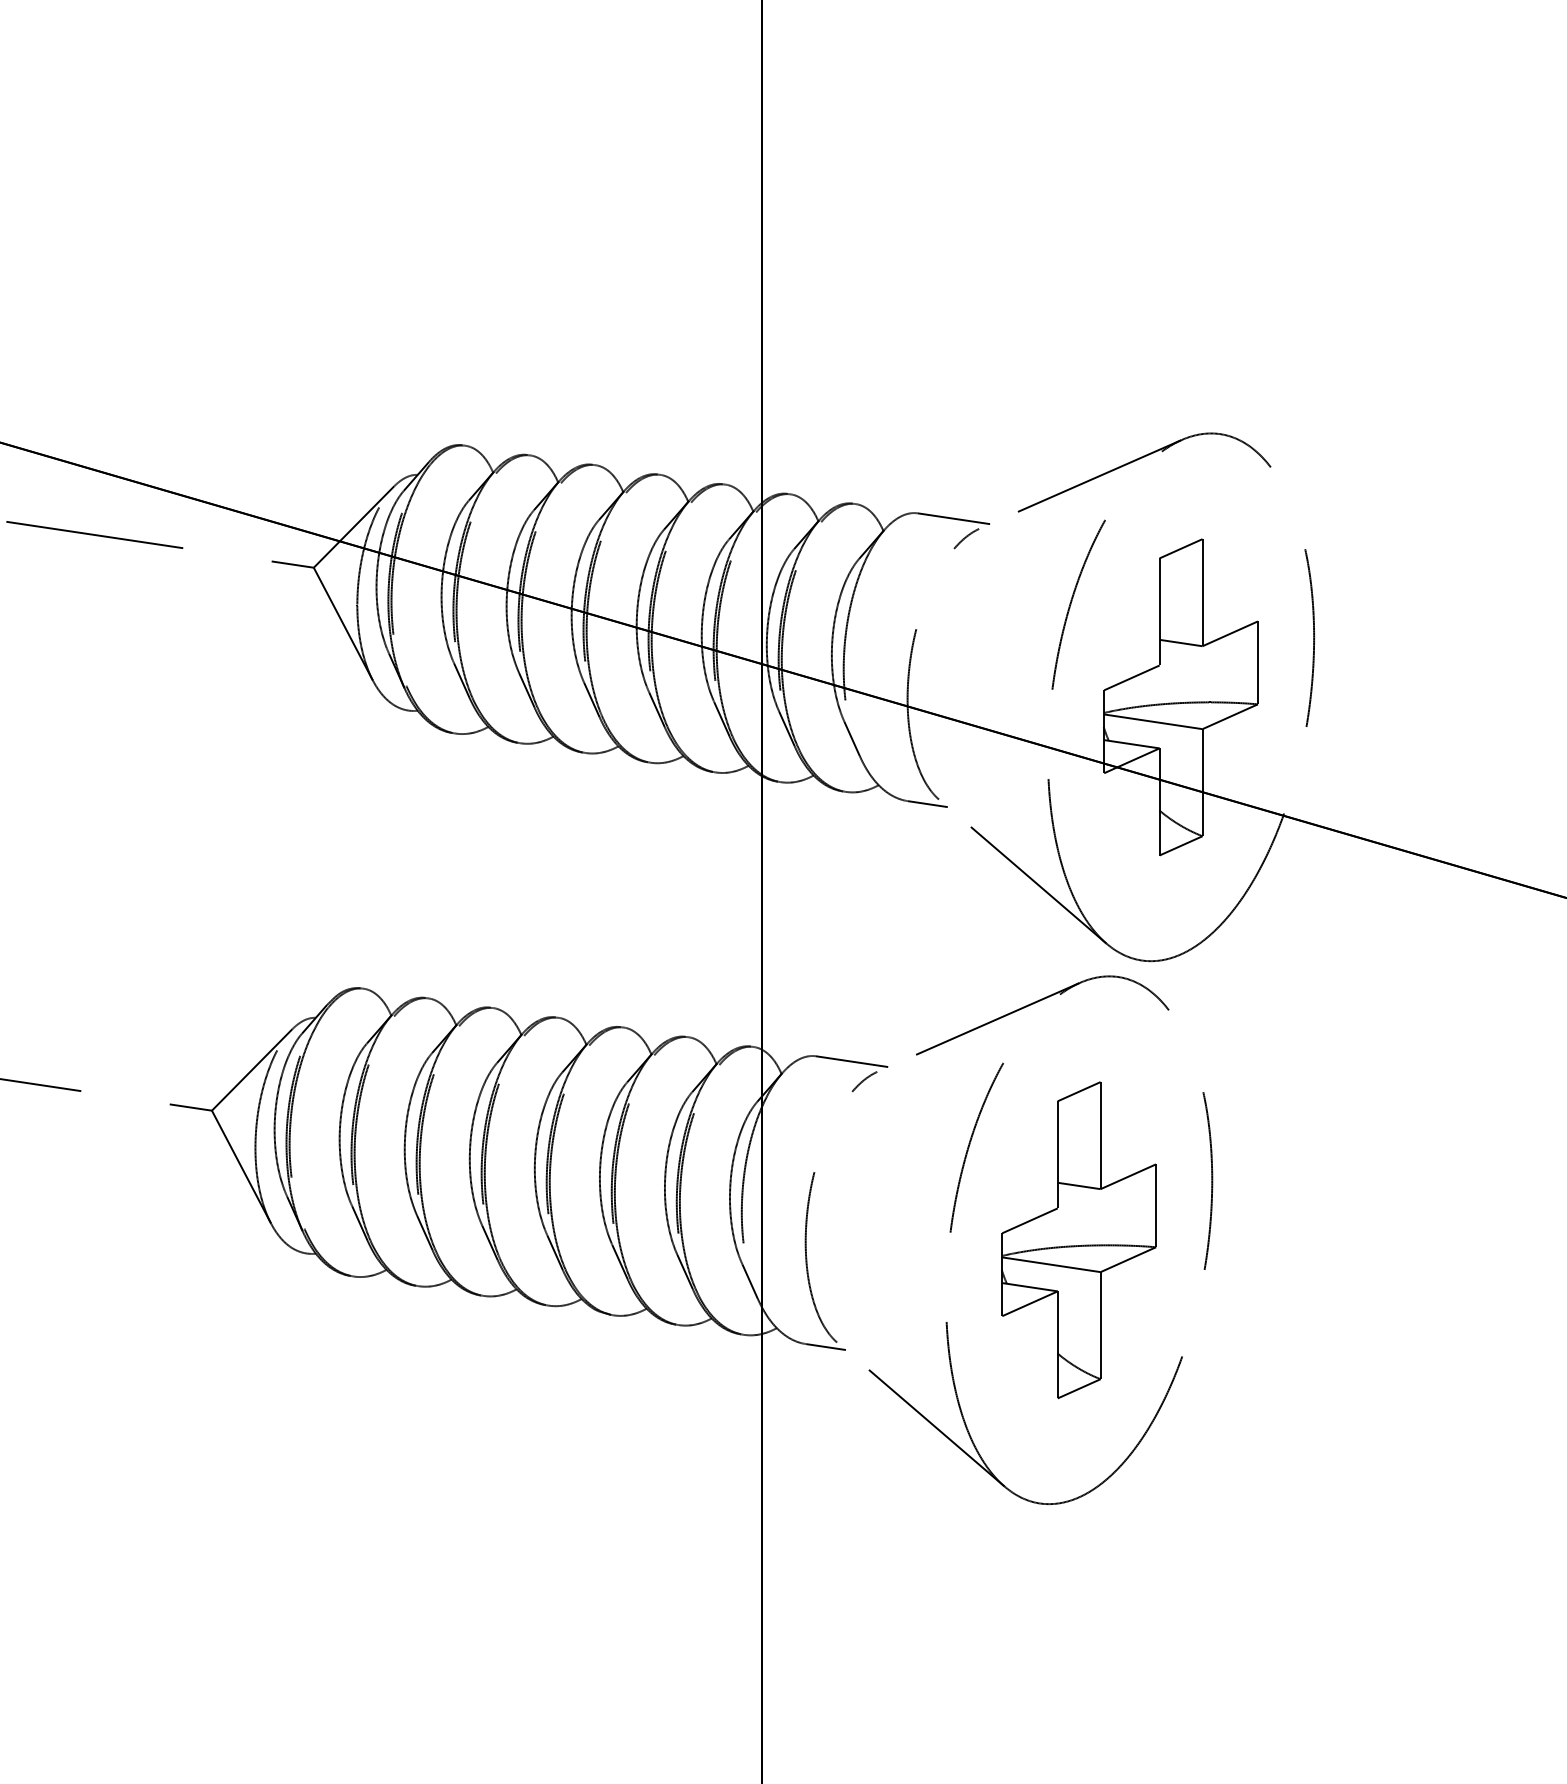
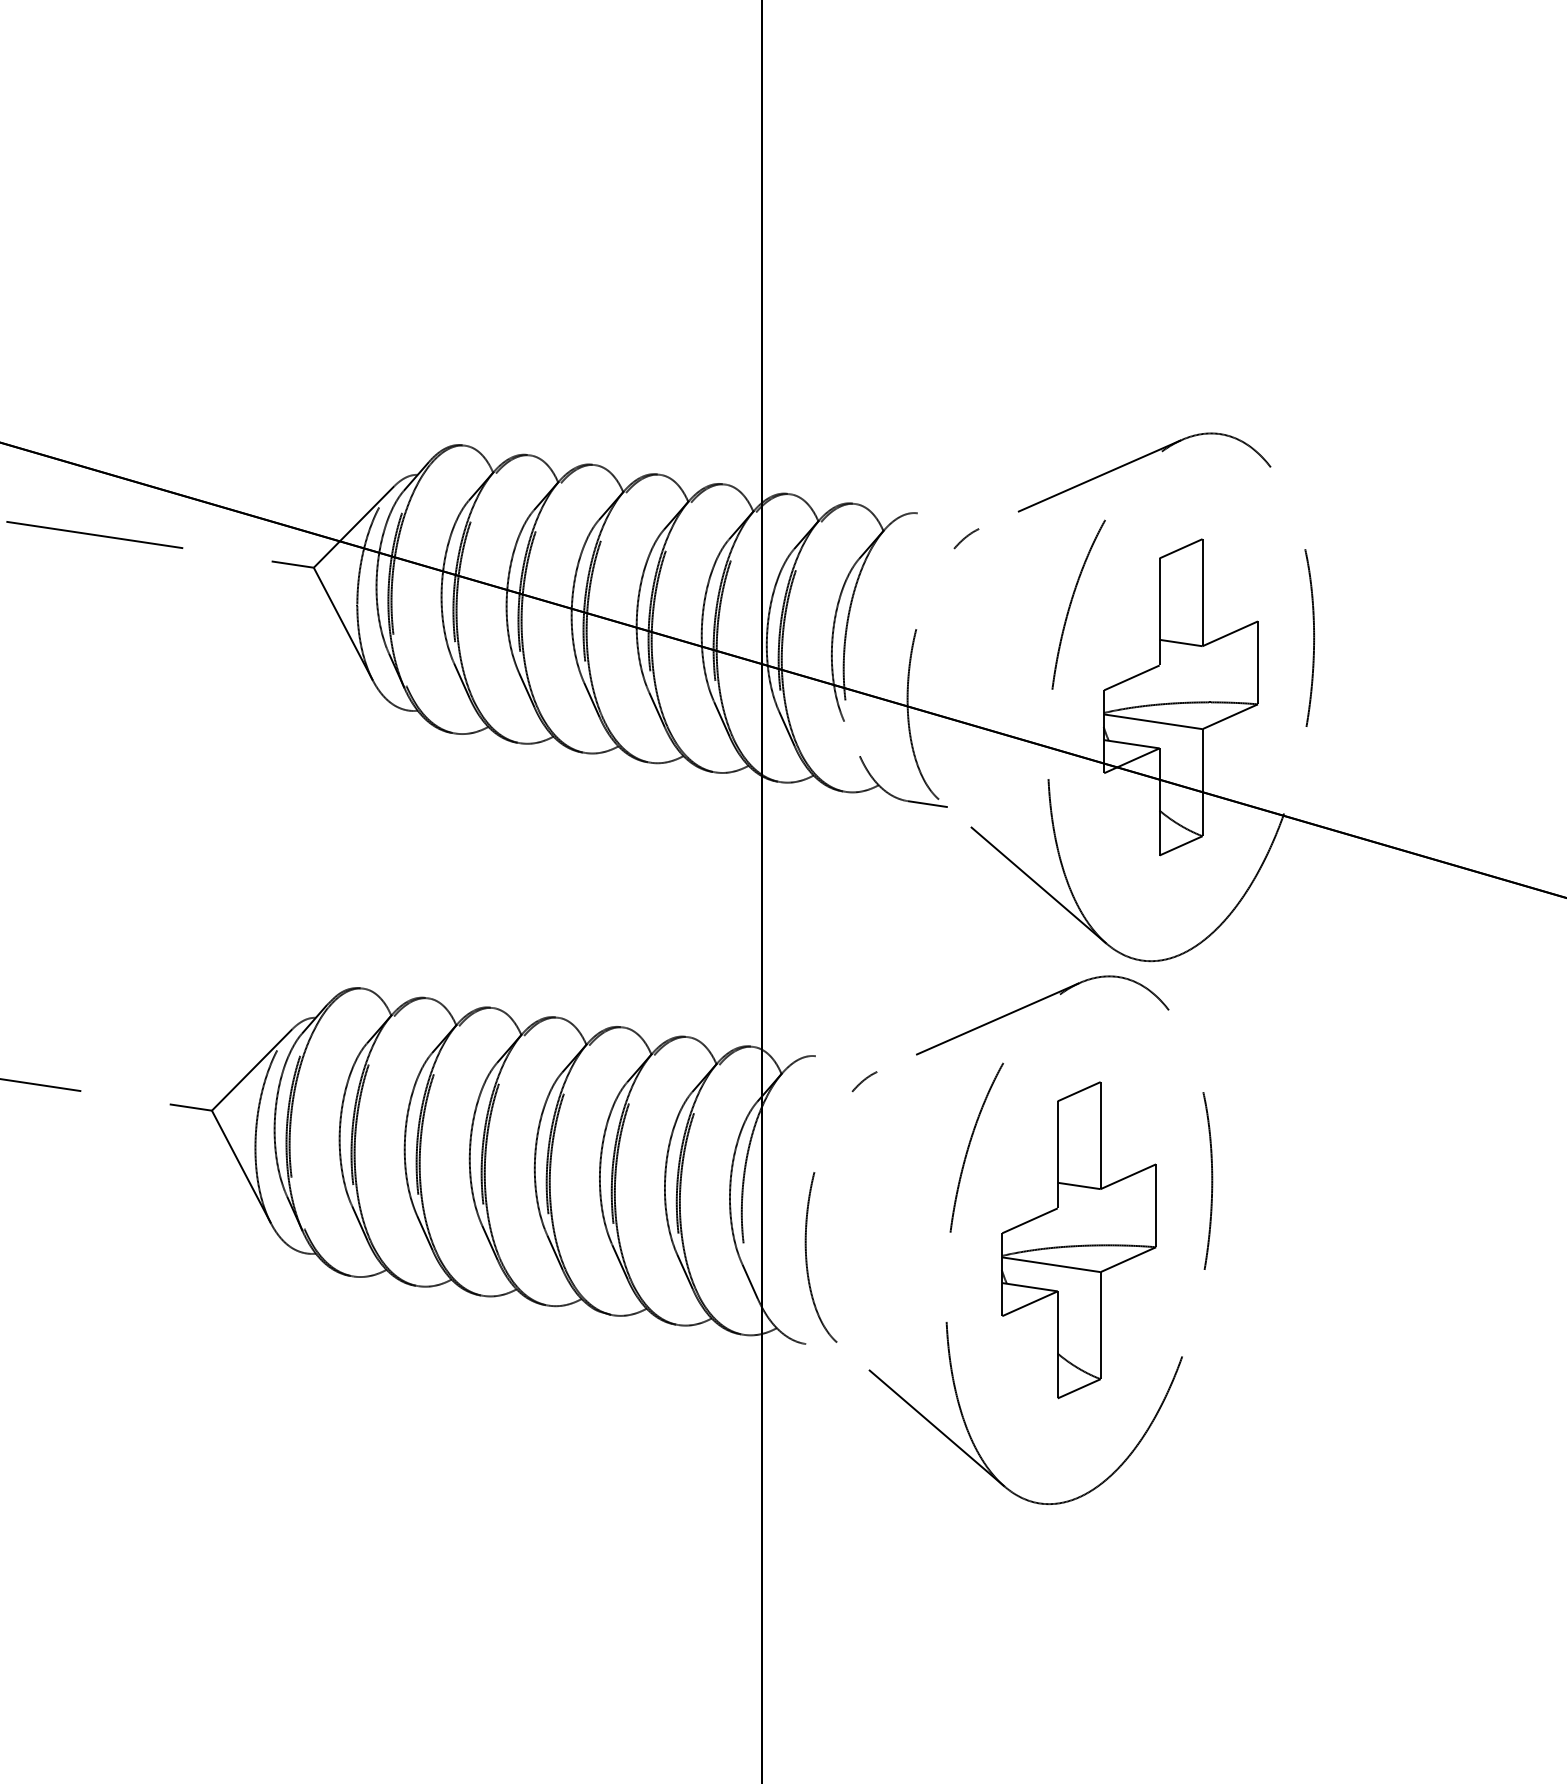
line at (953, 518): present -> none
line at (851, 738): present -> none
line at (851, 1061): present -> none
line at (825, 1347): present -> none
